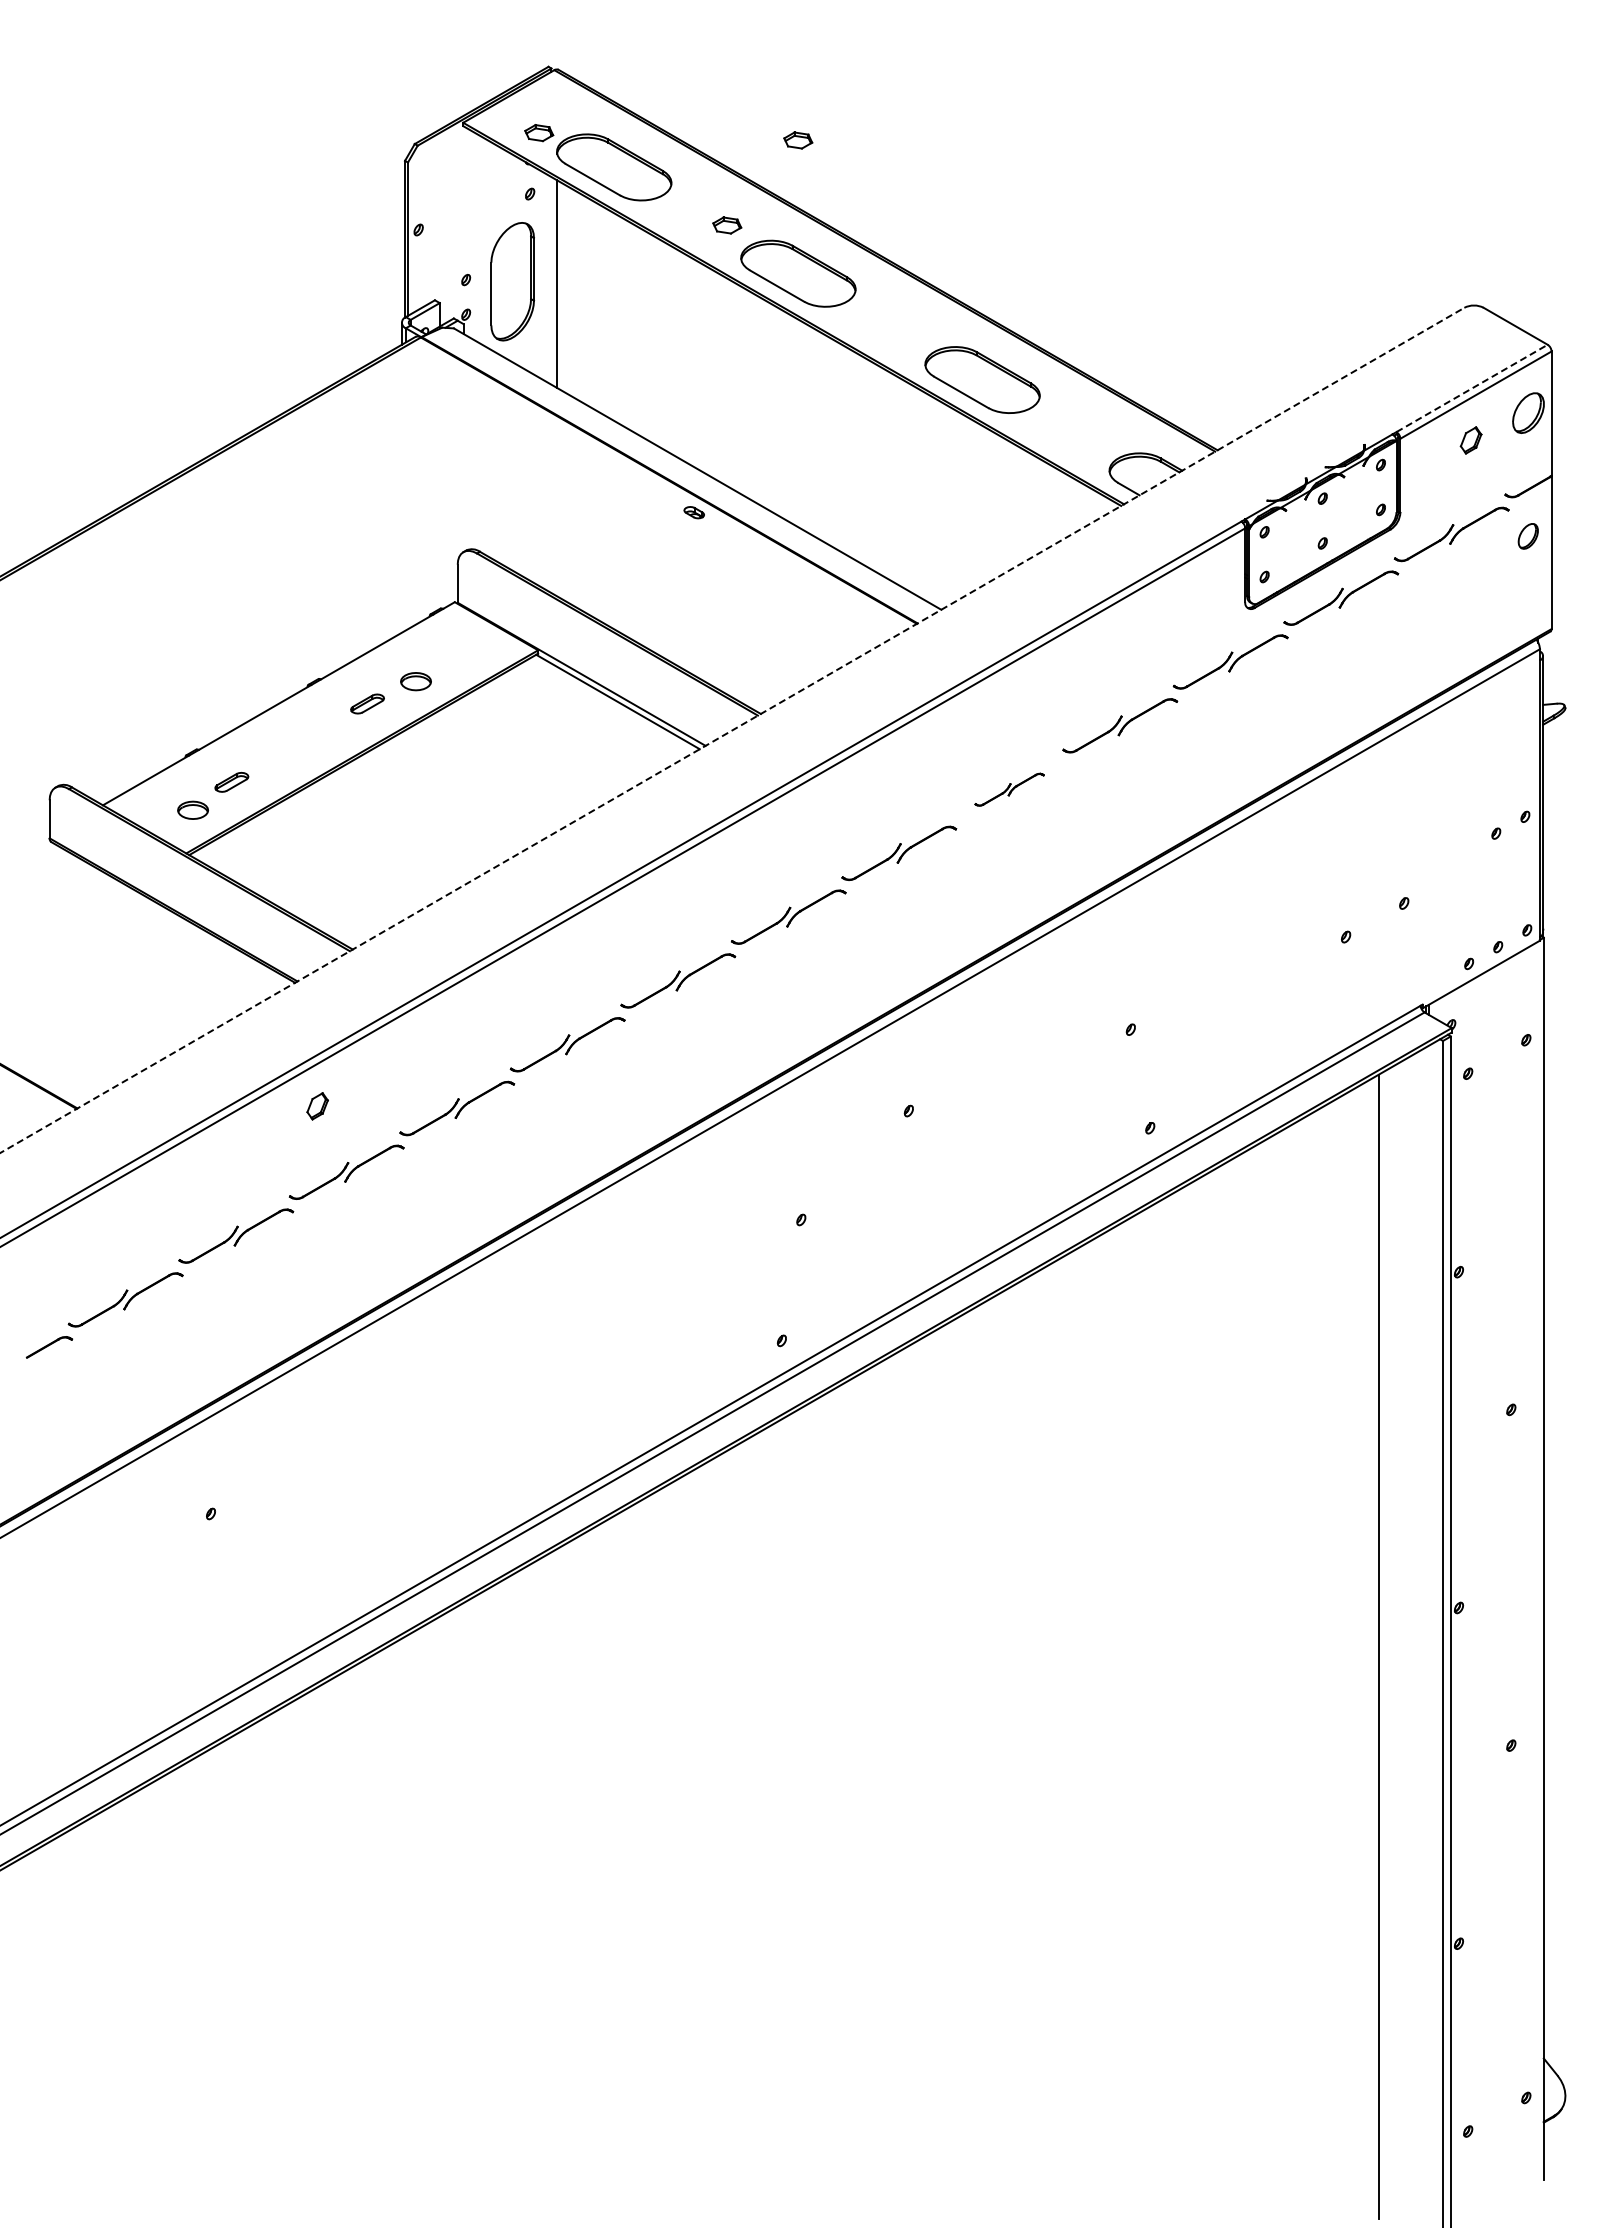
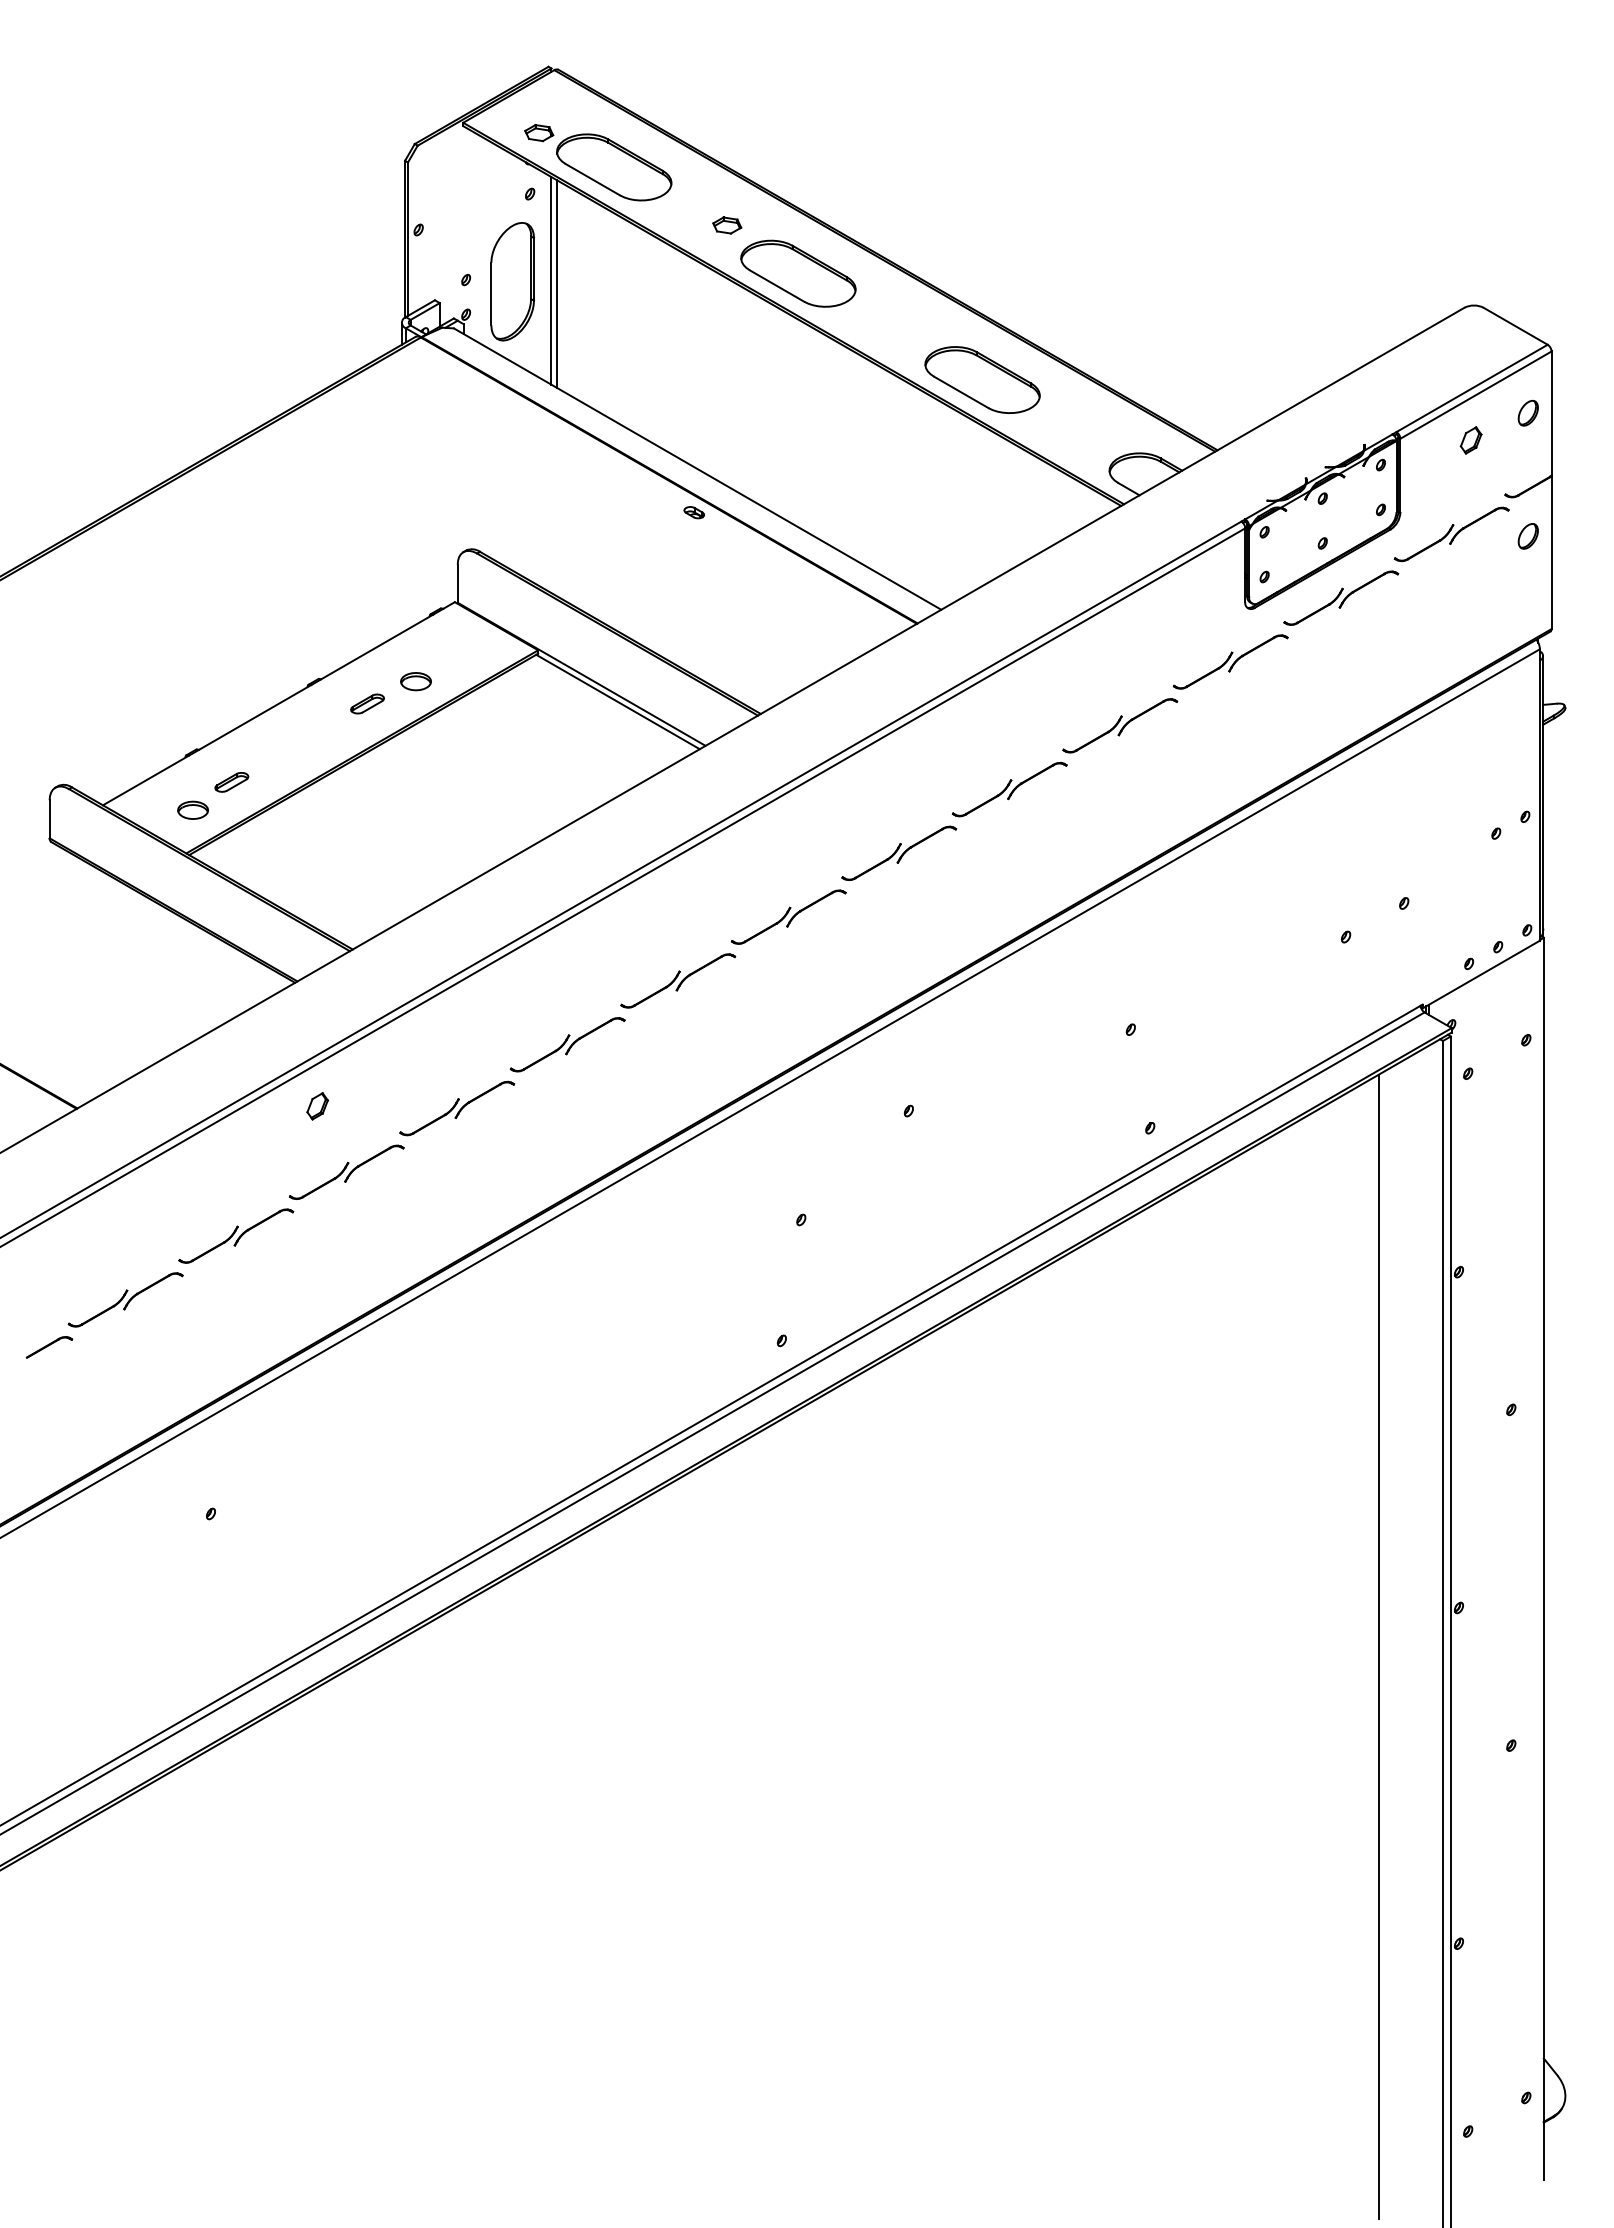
part at (798, 140): present -> none
line at (551, 280): none -> present
line at (1472, 388): dashed -> solid
part at (1528, 412) size: 33x42 px -> 22x27 px
line at (732, 730): dashed -> solid
part at (1009, 789) size: 71x35 px -> 117x56 px
